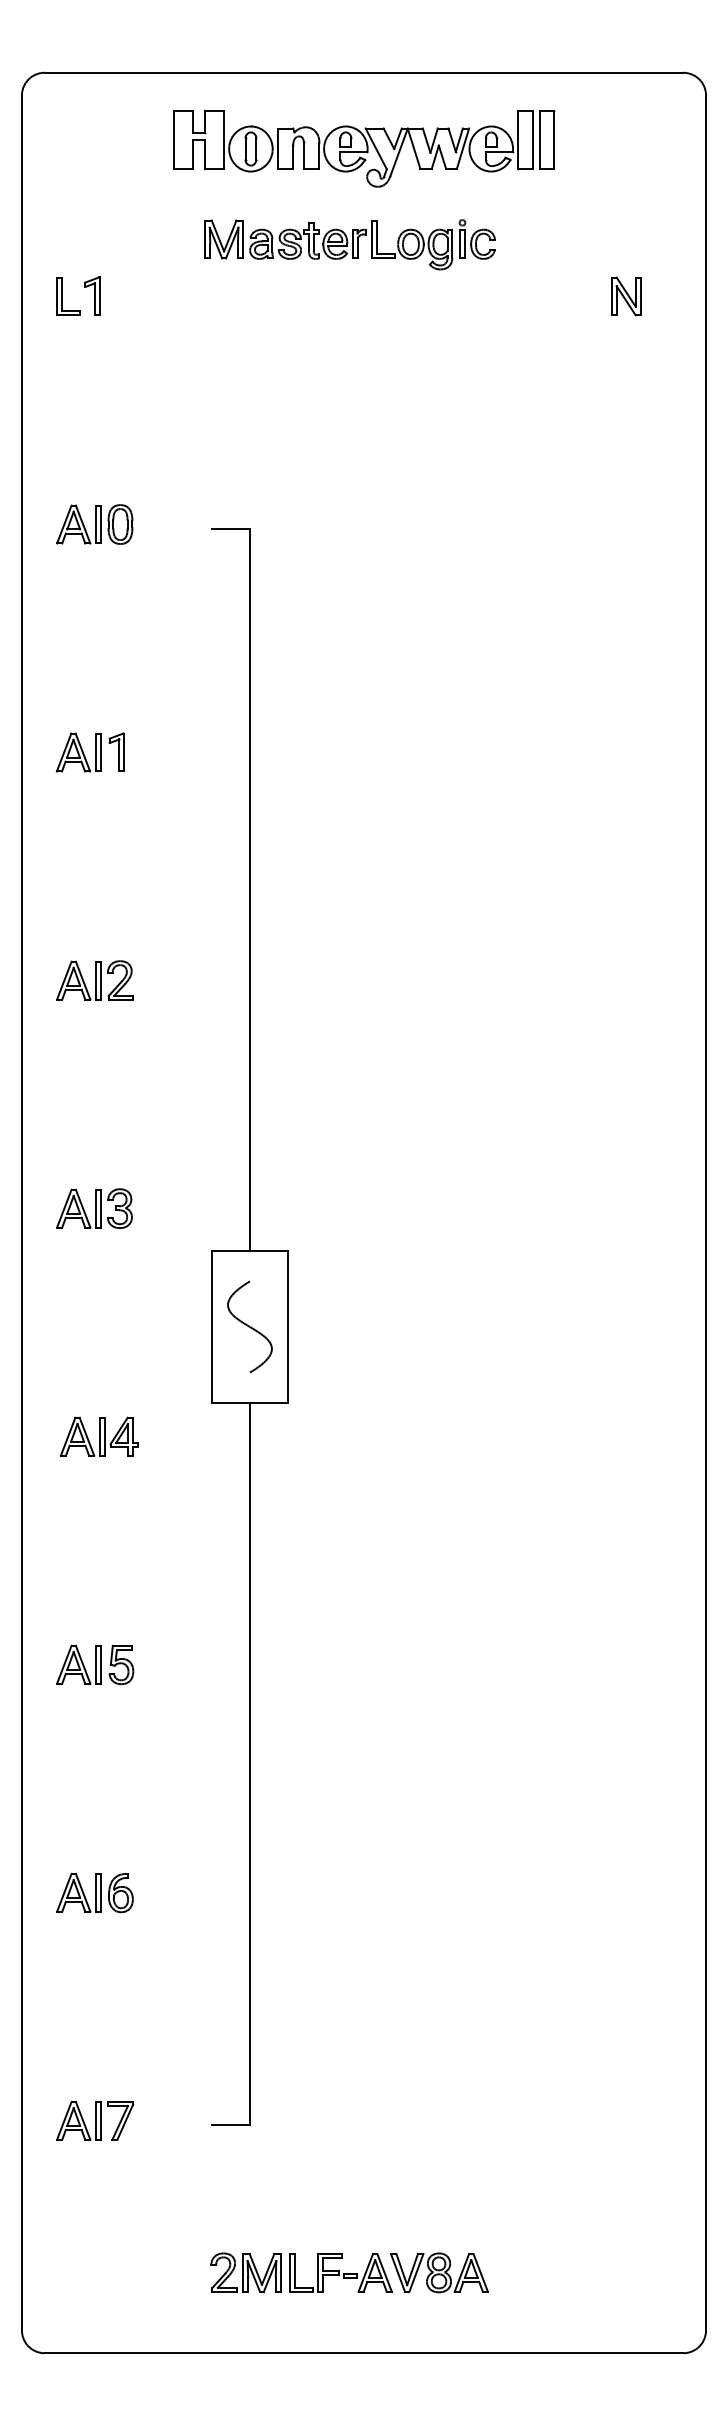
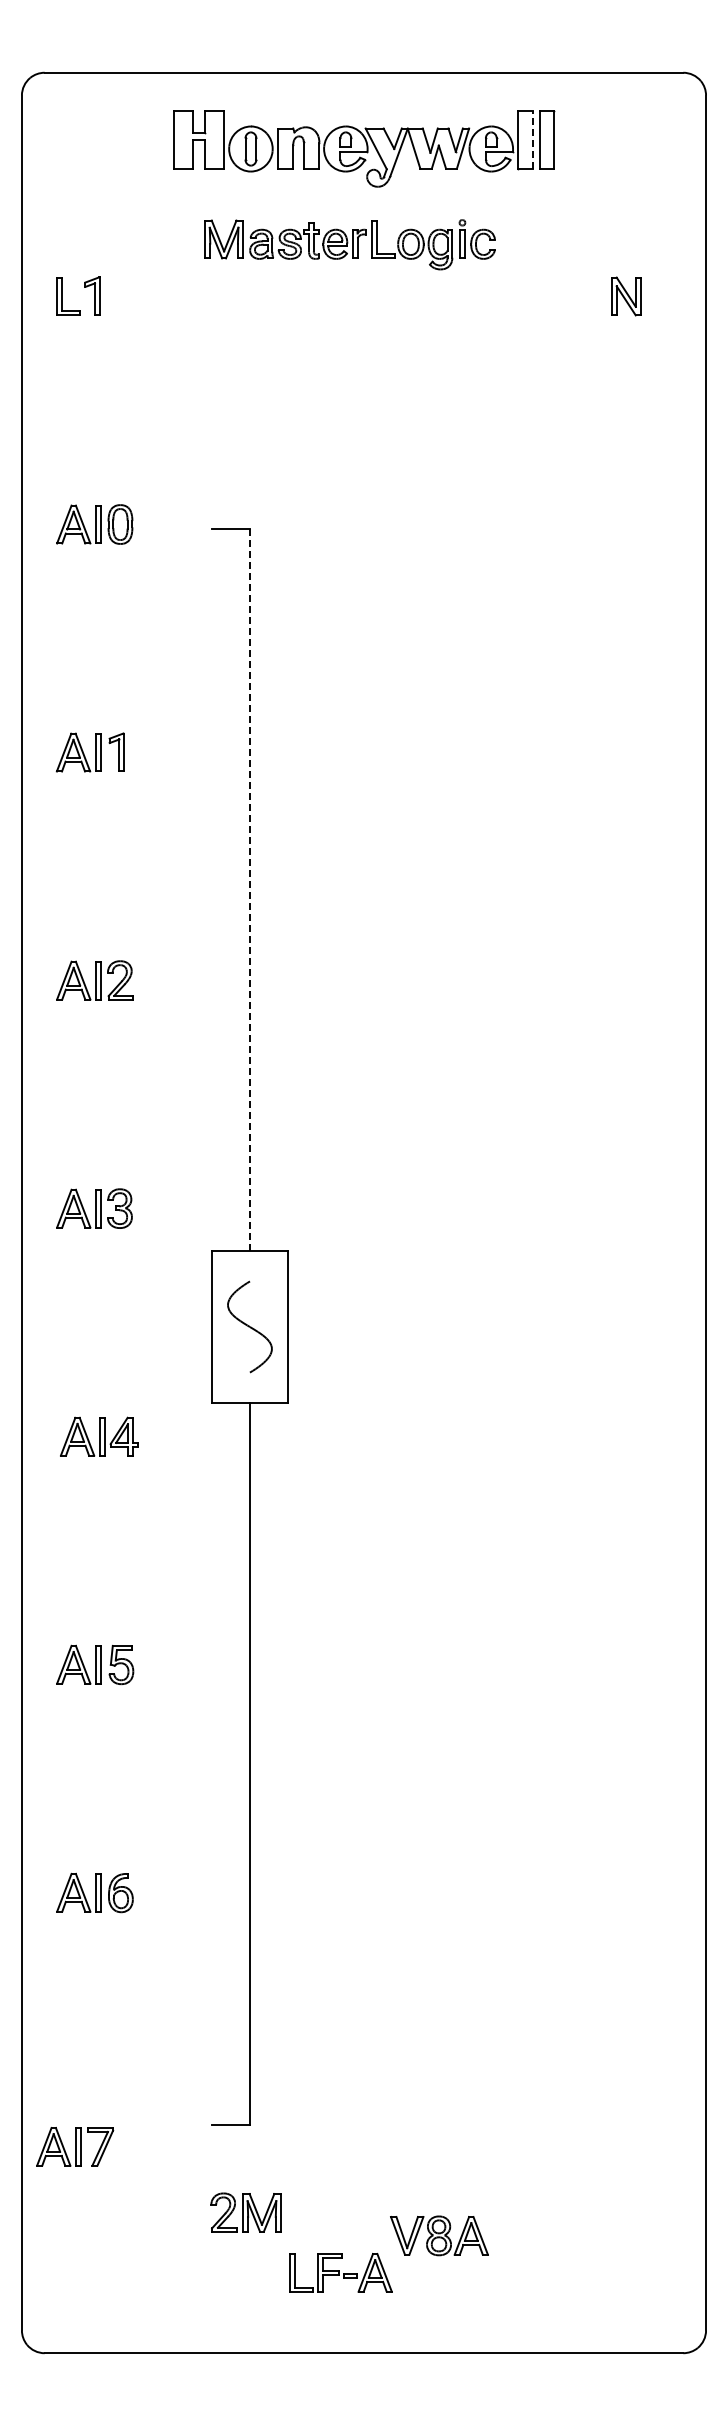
line at (532, 139): solid -> dashed
line at (249, 890): solid -> dashed
part at (95, 2120) position: (95, 2120) -> (75, 2146)
part at (245, 2272) position: (245, 2272) -> (245, 2212)
part at (439, 2272) position: (439, 2272) -> (439, 2235)
